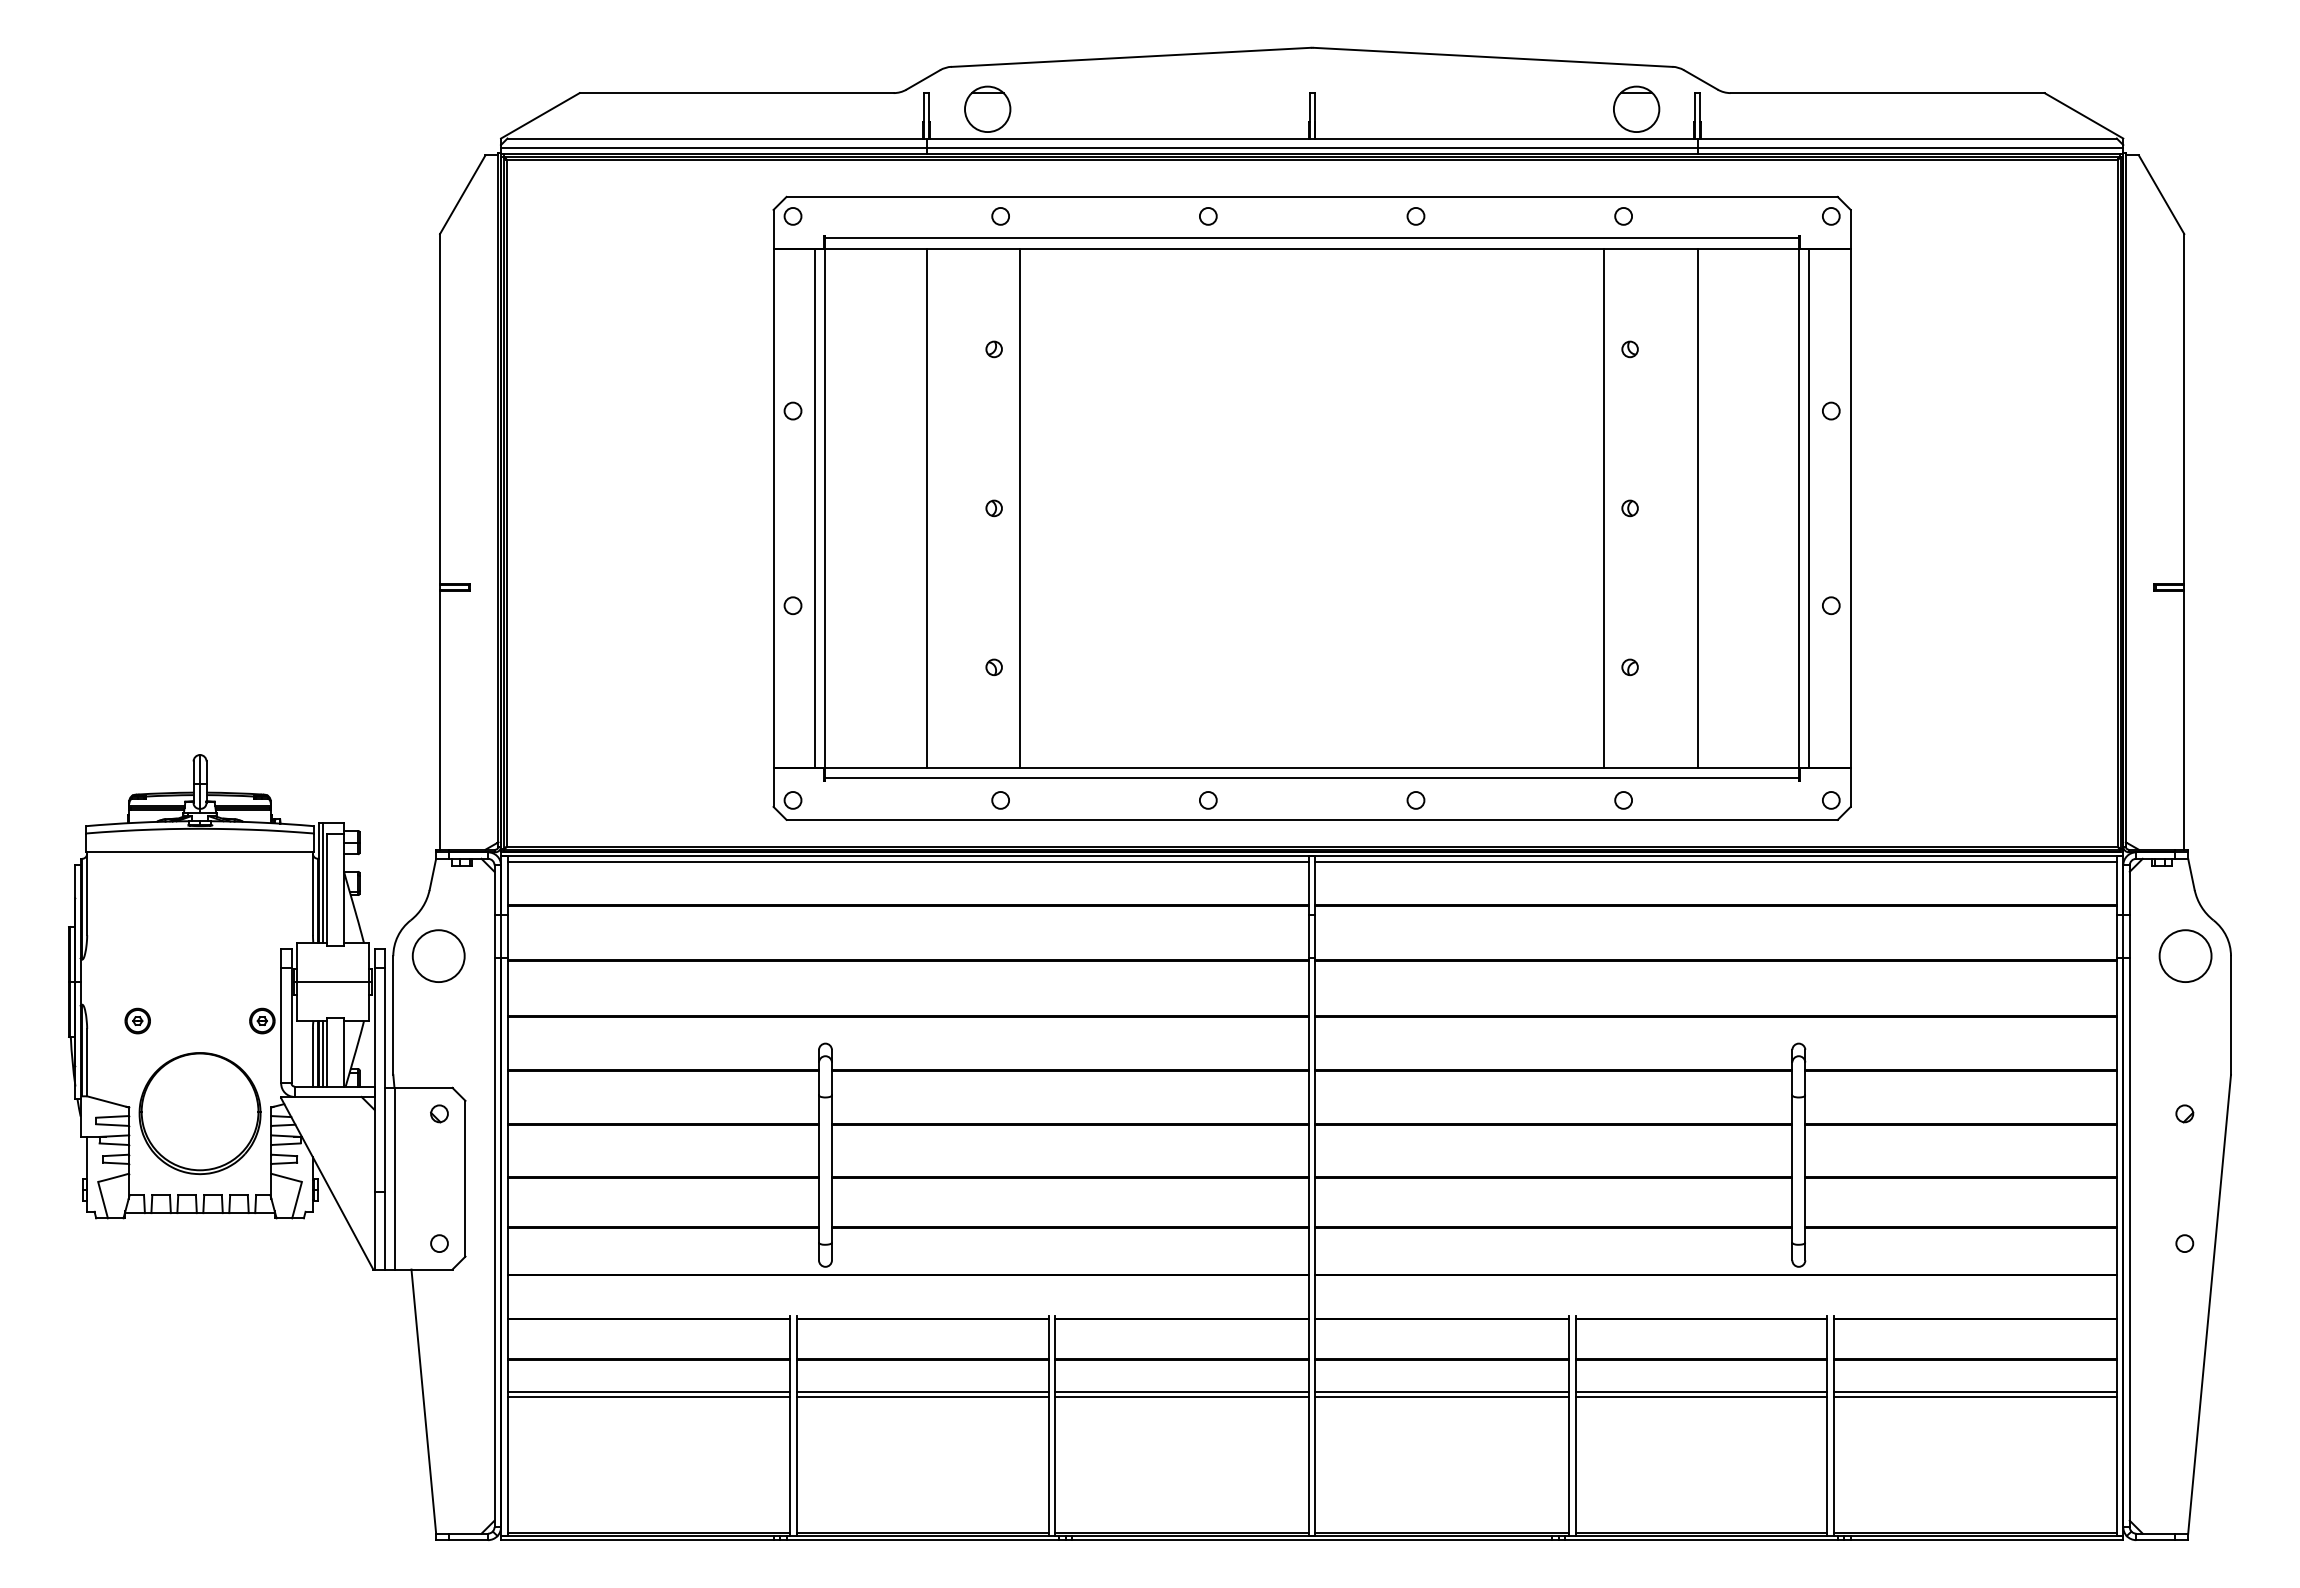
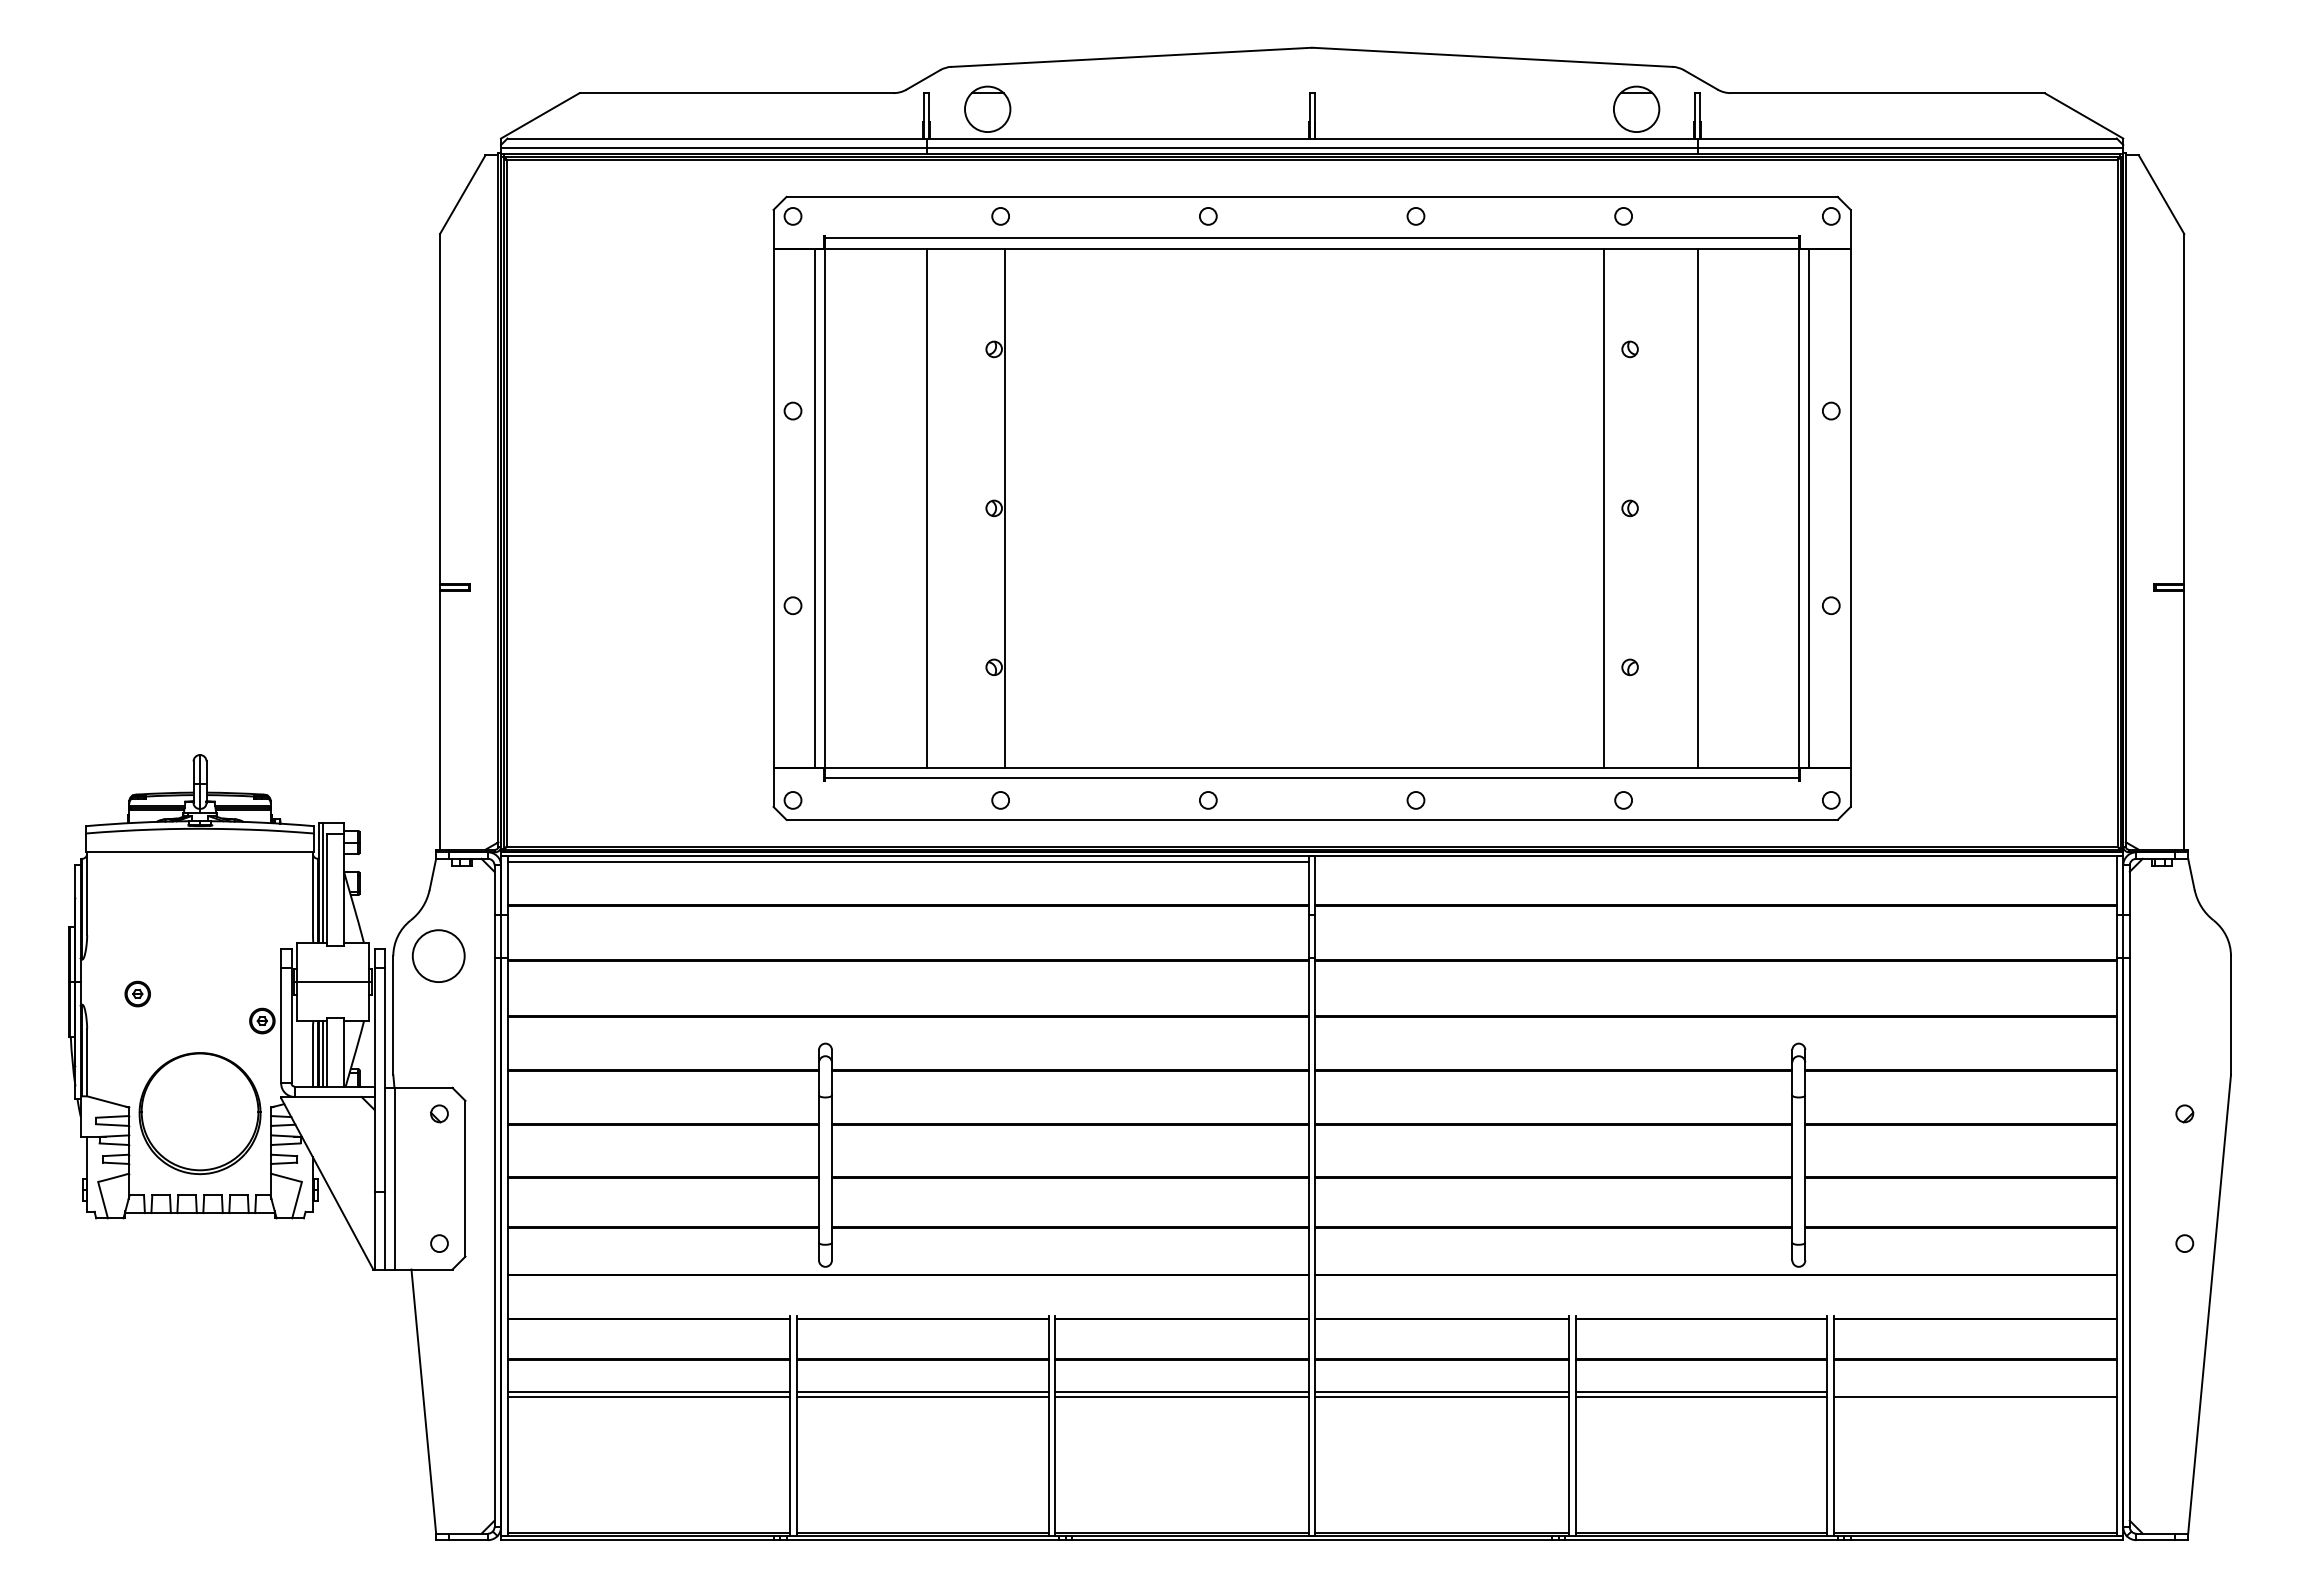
line at (1020, 507) position: (1020, 507) -> (1005, 507)
line at (1715, 861): present -> none
circle at (2185, 955): present -> none
part at (137, 1020) position: (137, 1020) -> (137, 993)
line at (1974, 1392): present -> none
